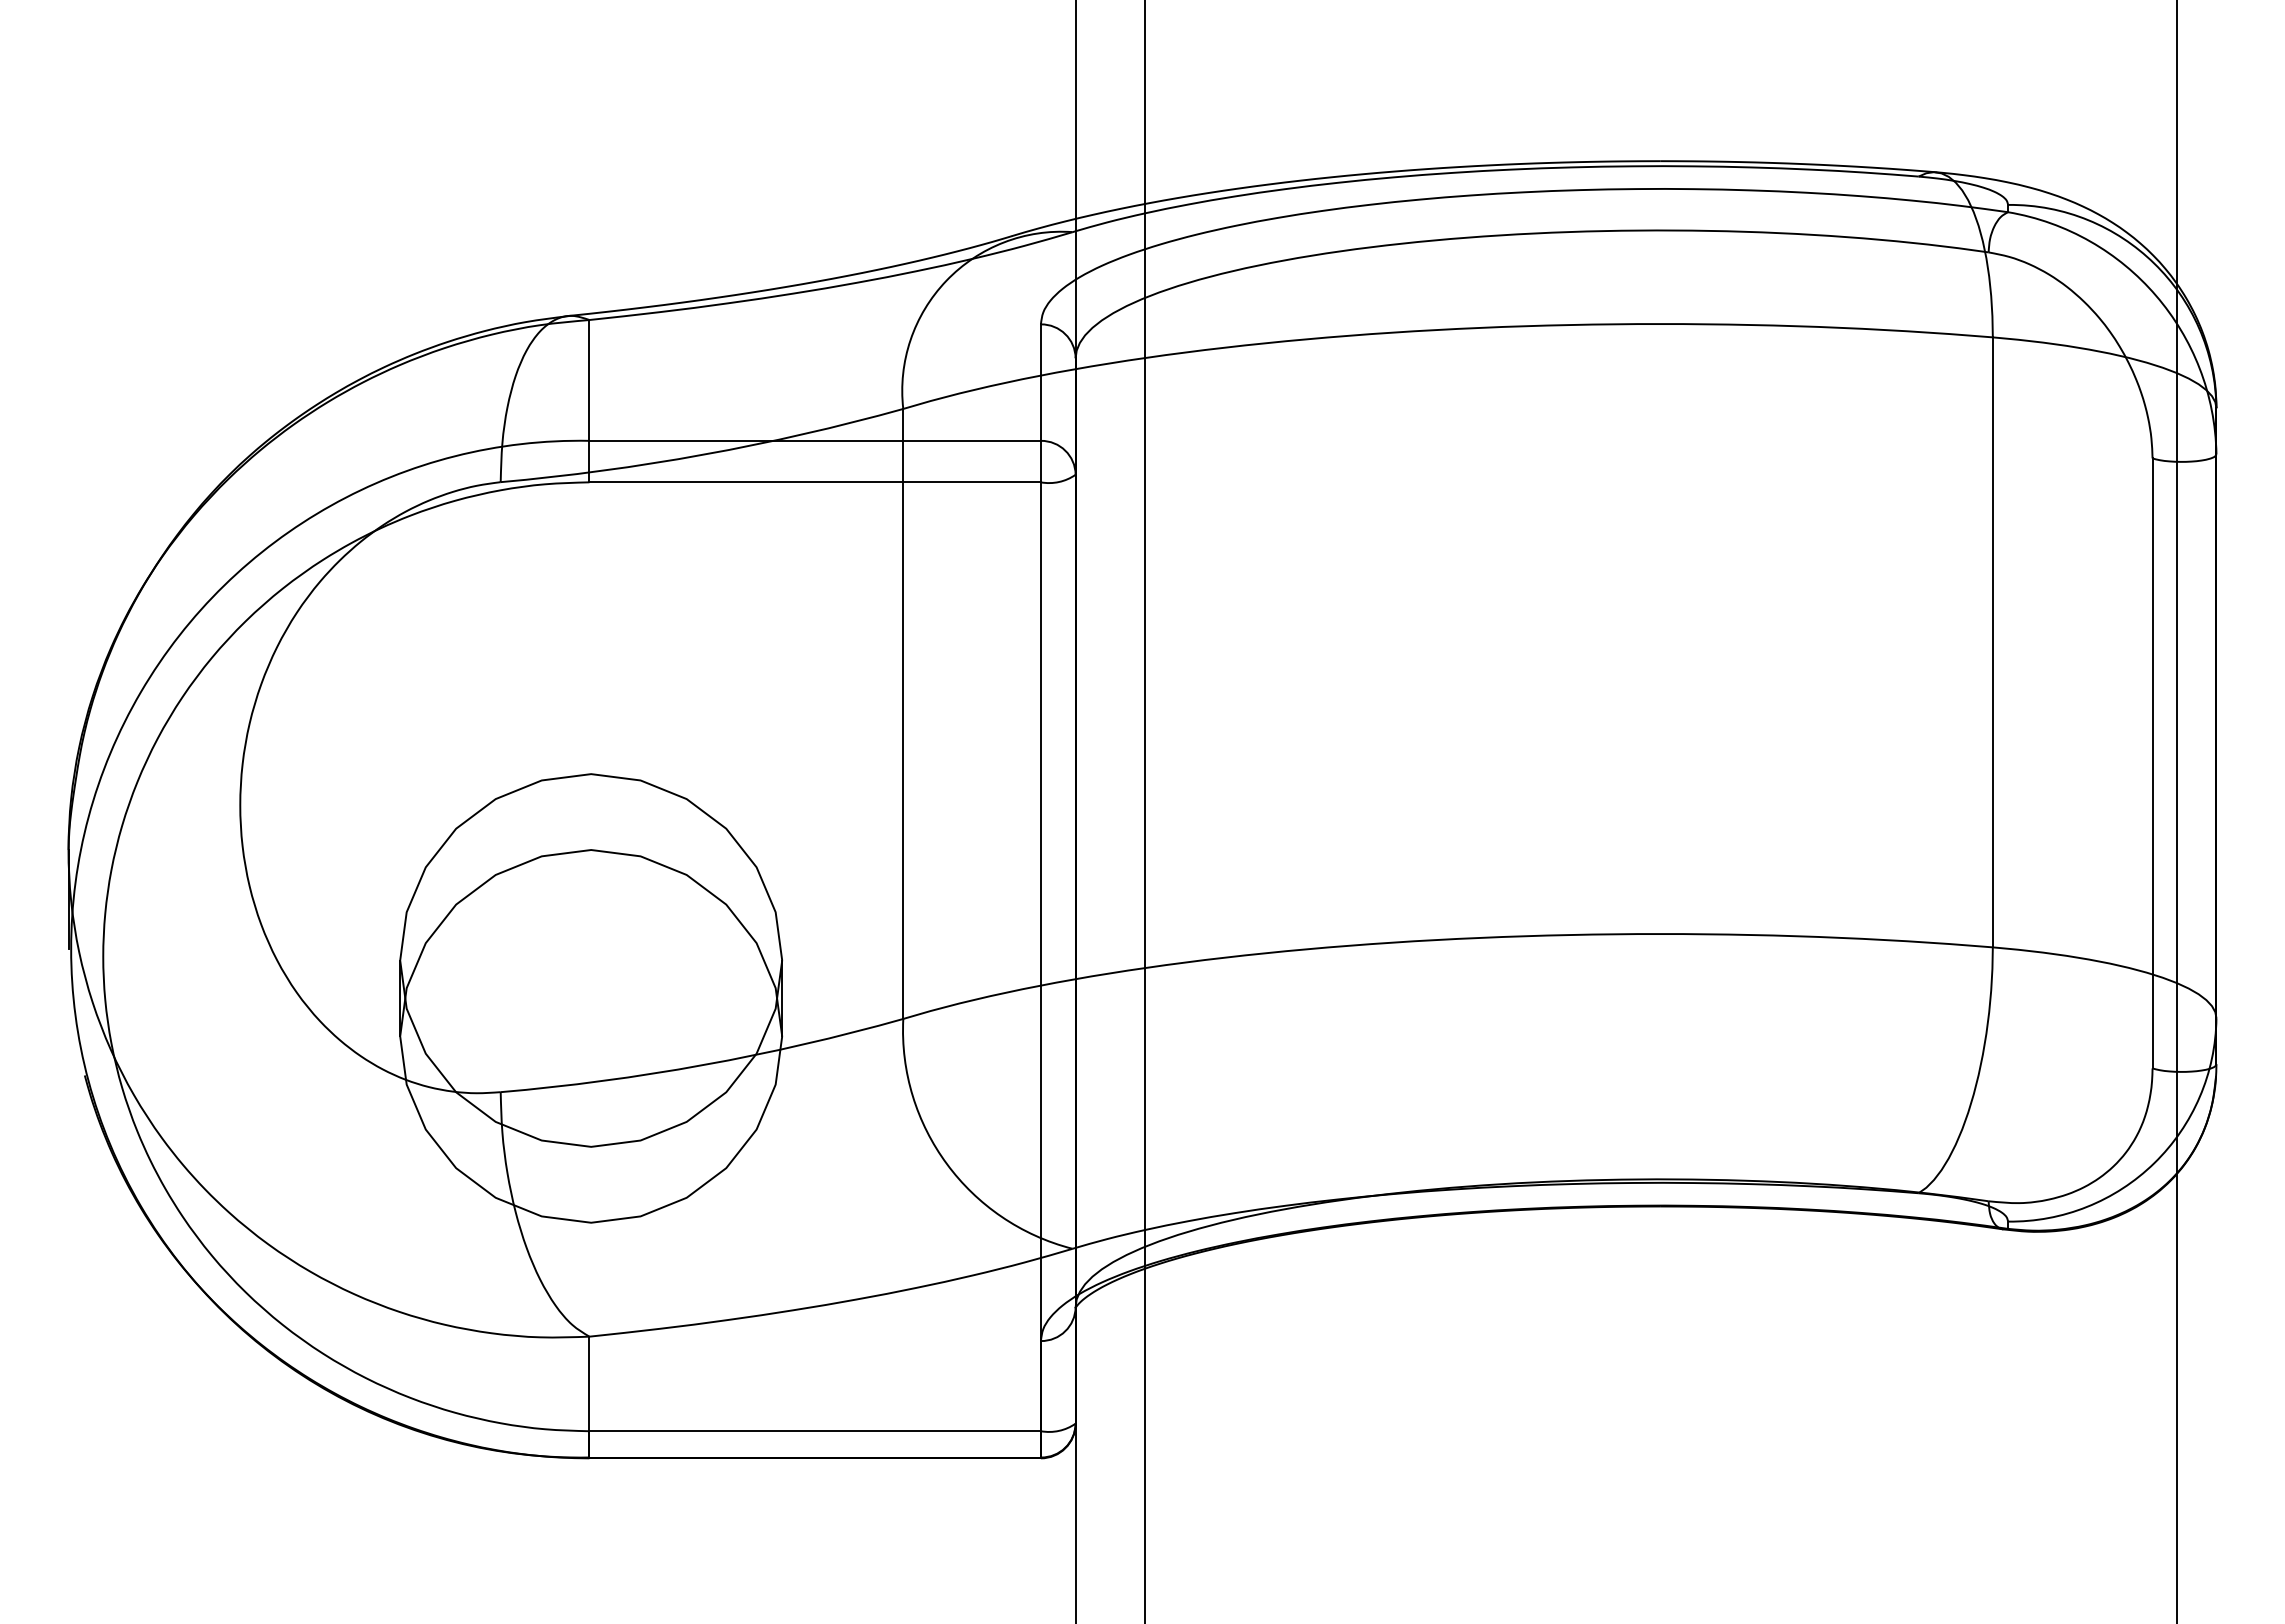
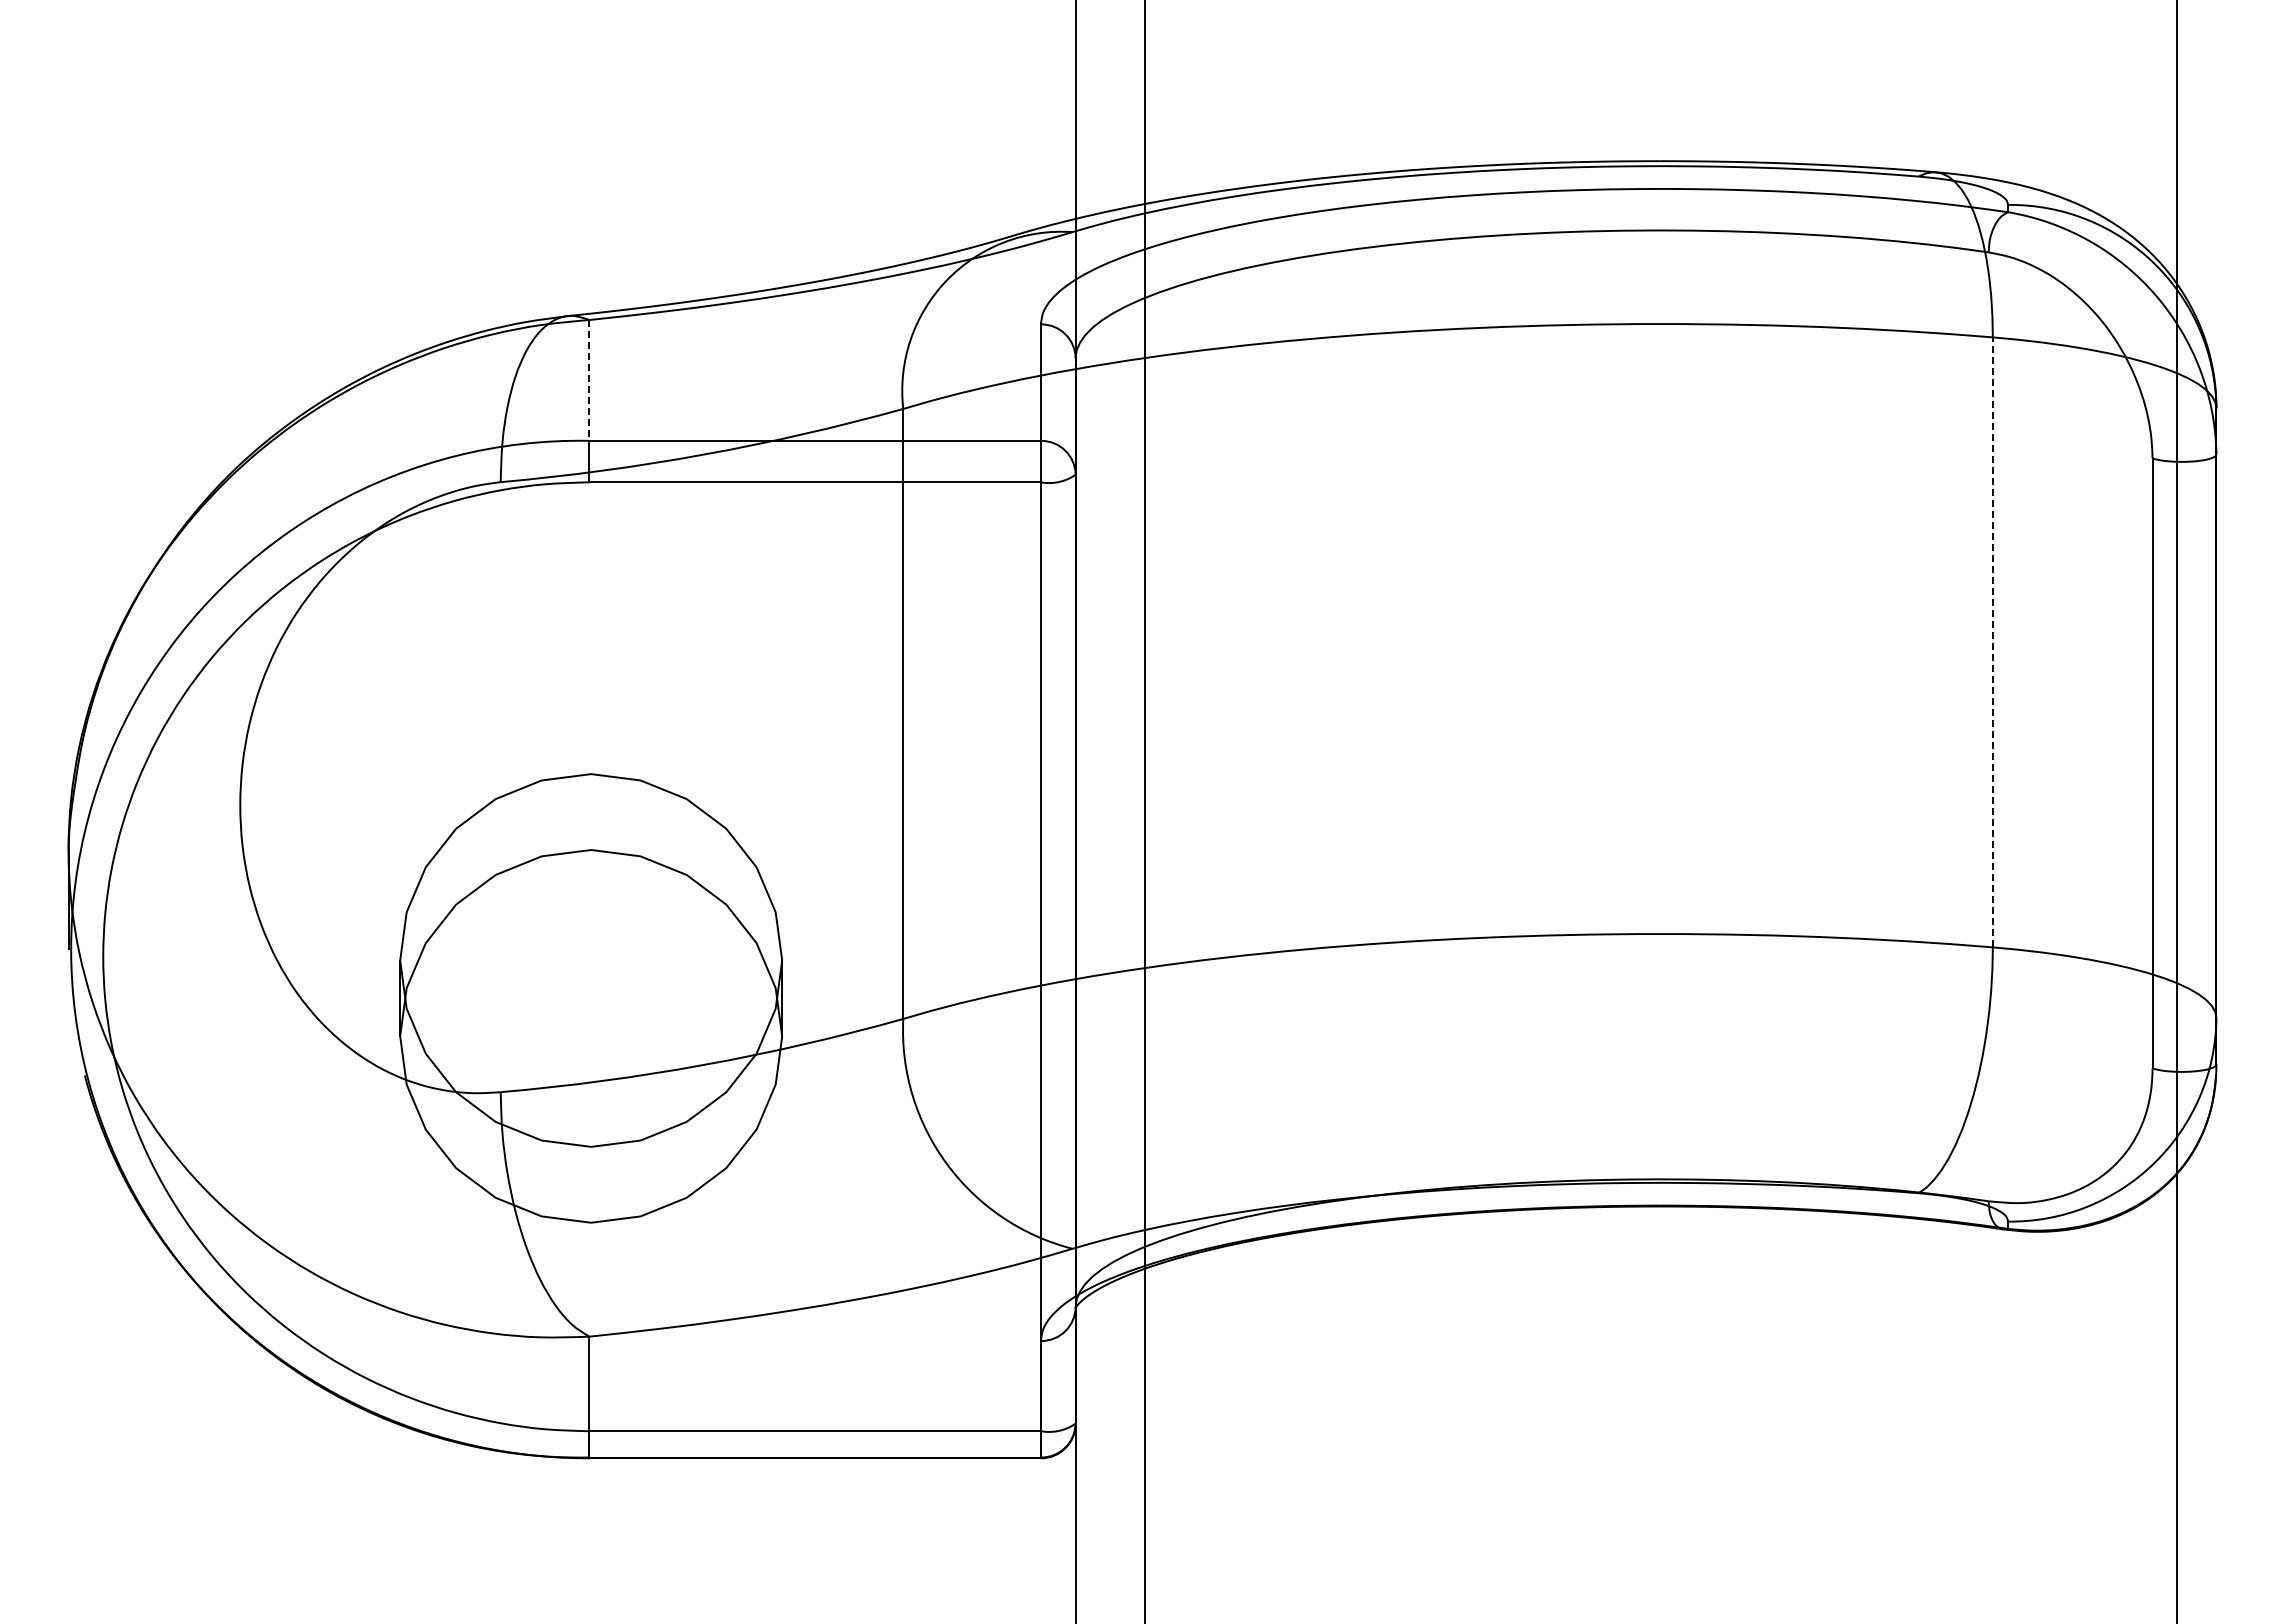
line at (589, 380): solid -> dashed
line at (1992, 642): solid -> dashed
